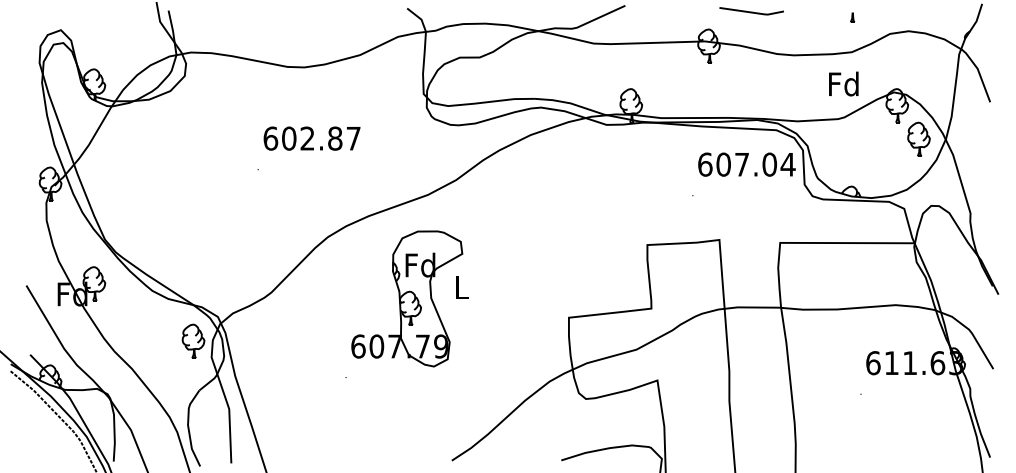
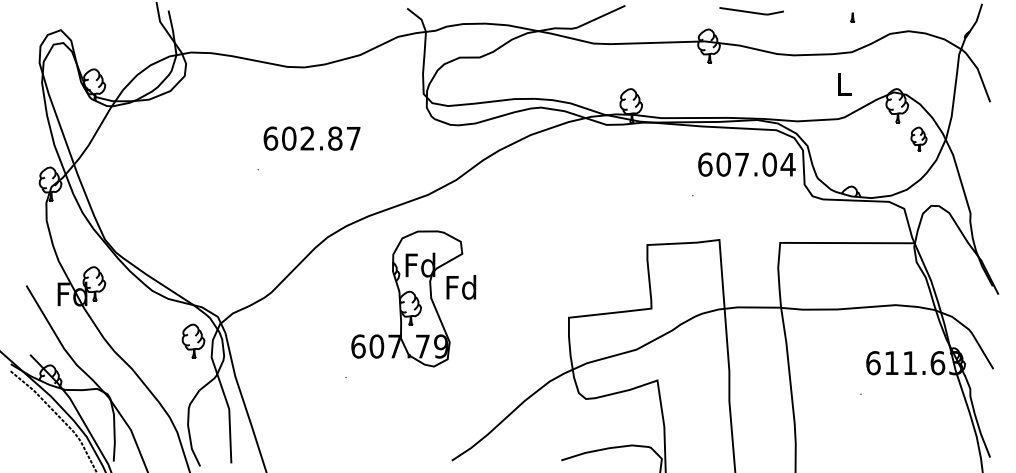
text at (843, 83): Fd -> L
part at (918, 138) size: 24x36 px -> 18x26 px
text at (461, 287): L -> Fd
